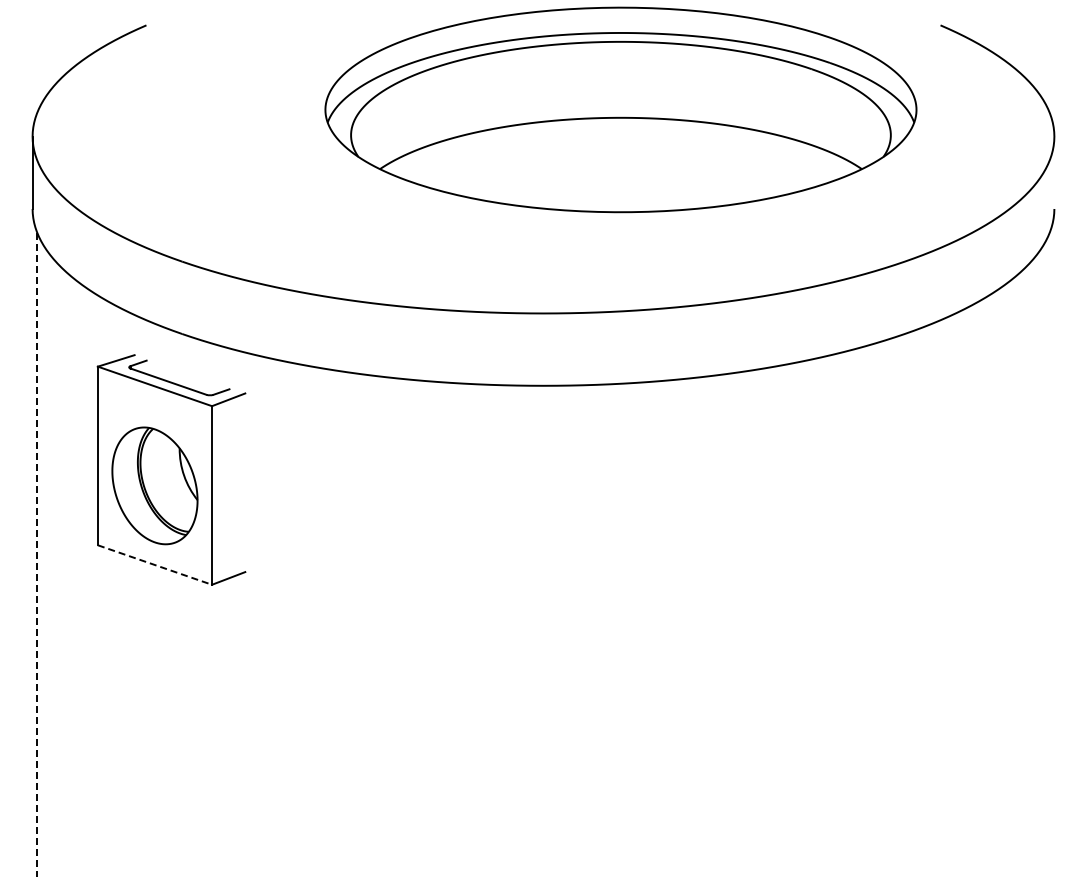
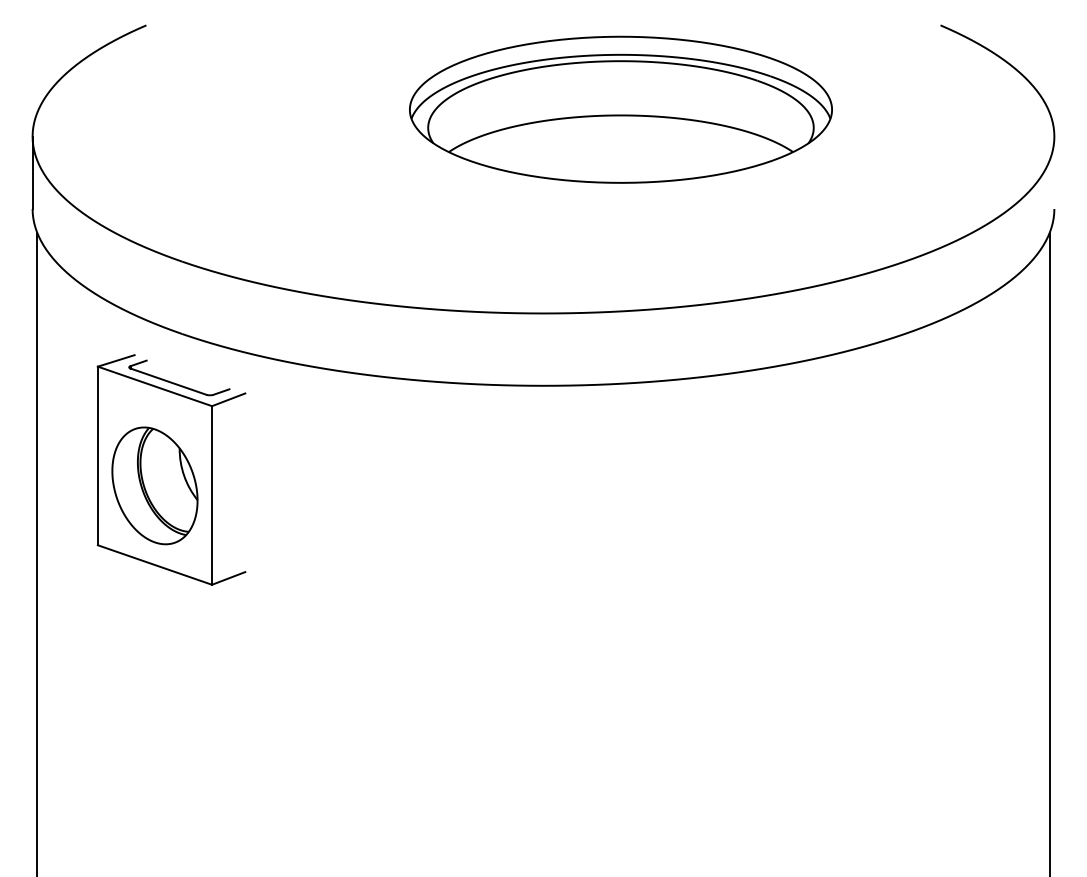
part at (620, 109) size: 594x208 px -> 424x149 px
line at (1049, 553): none -> present
line at (37, 555): dashed -> solid
line at (155, 565): dashed -> solid
